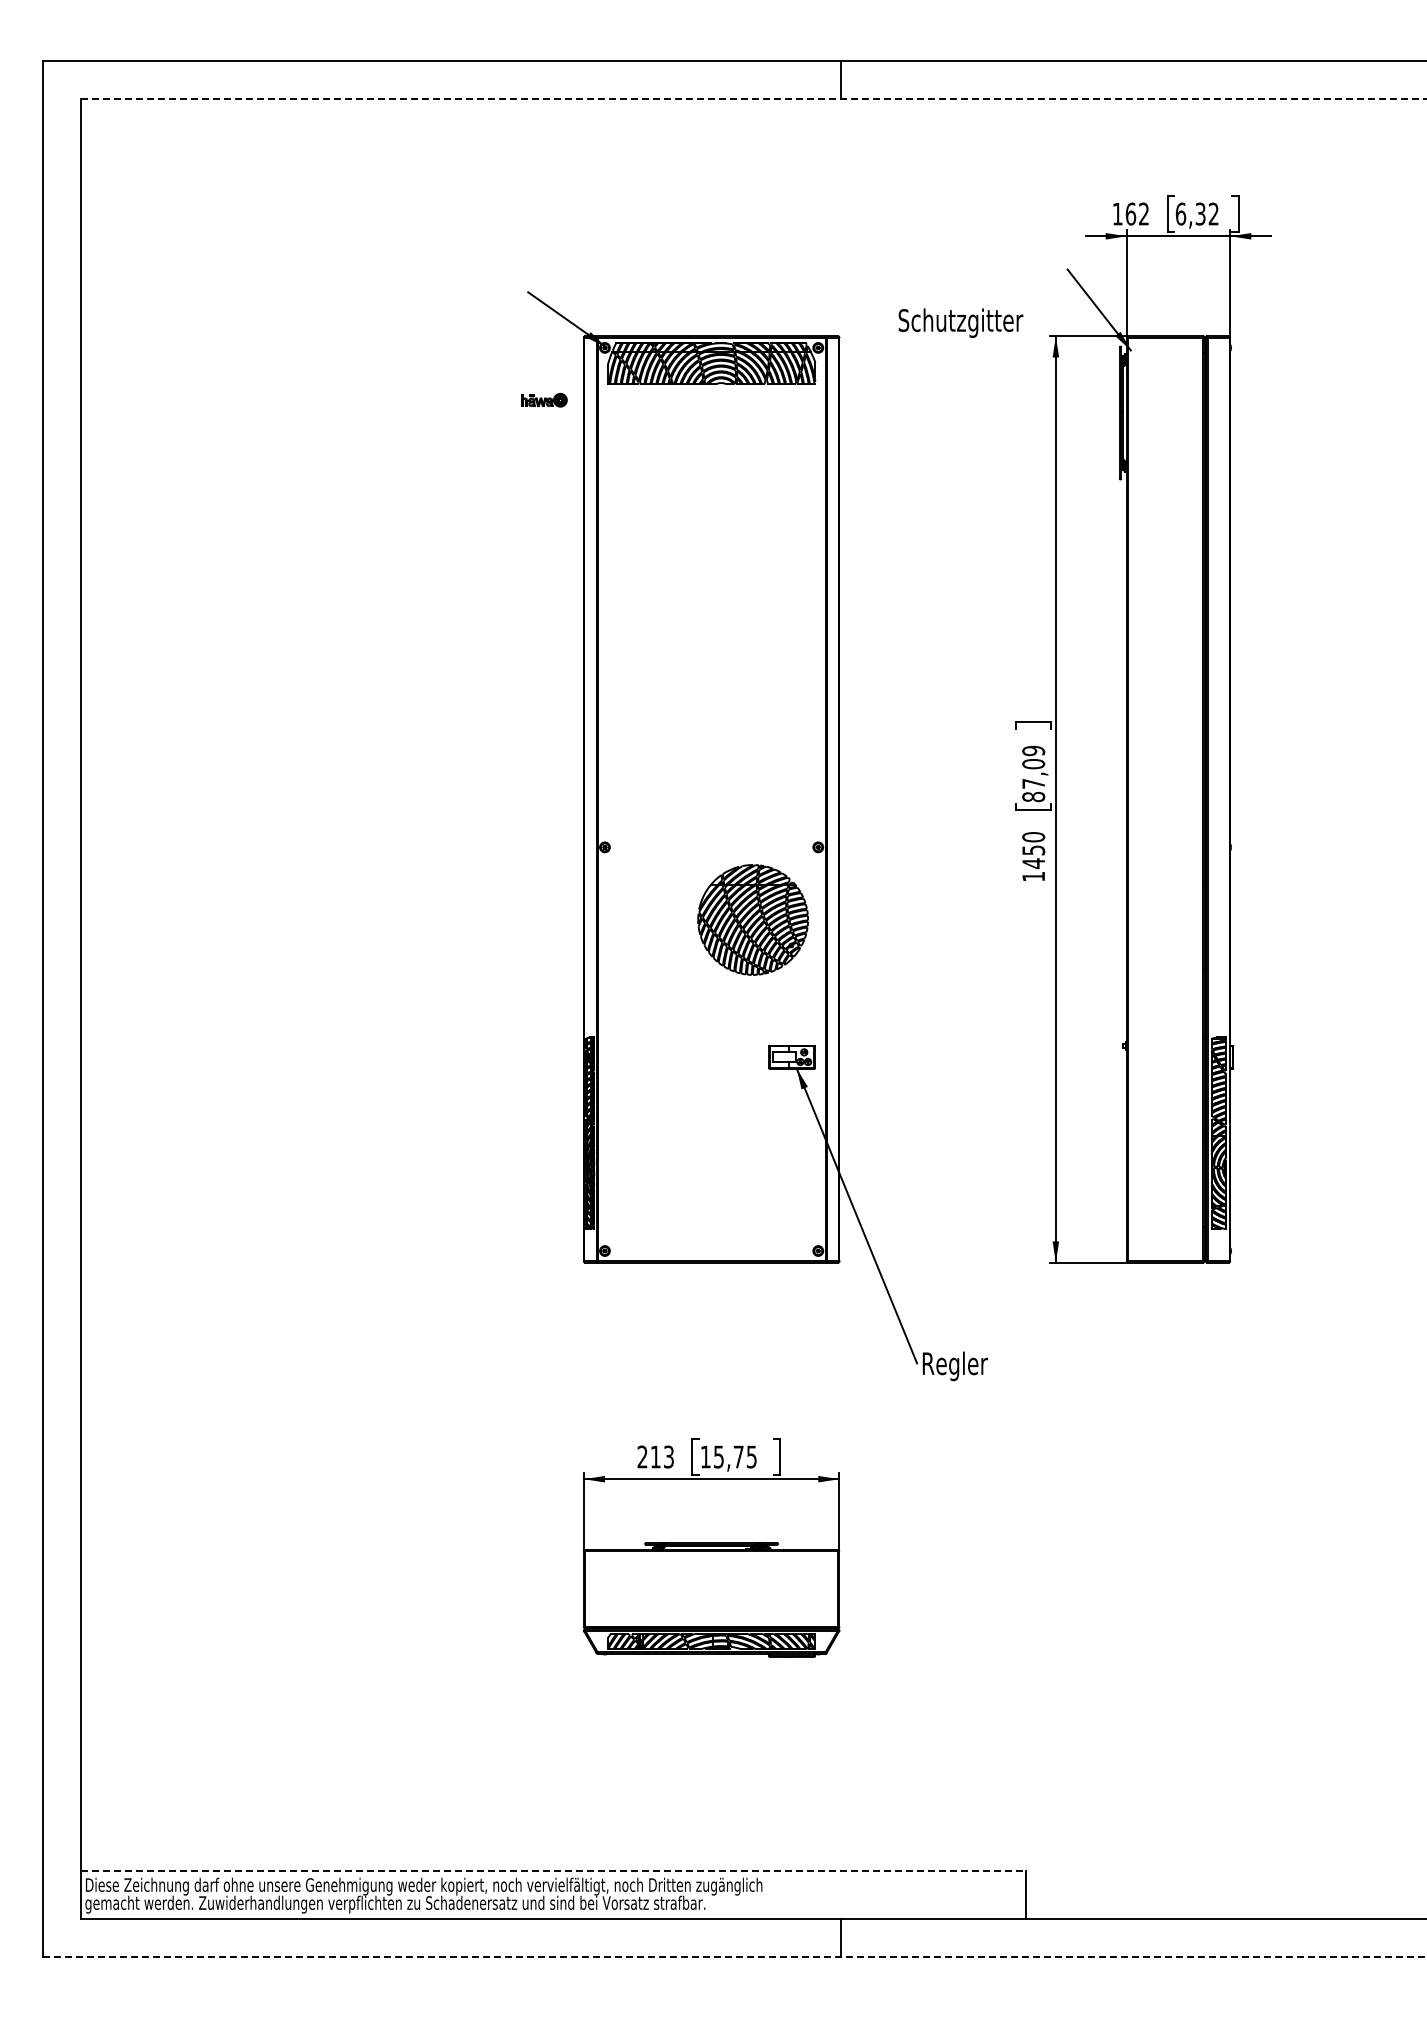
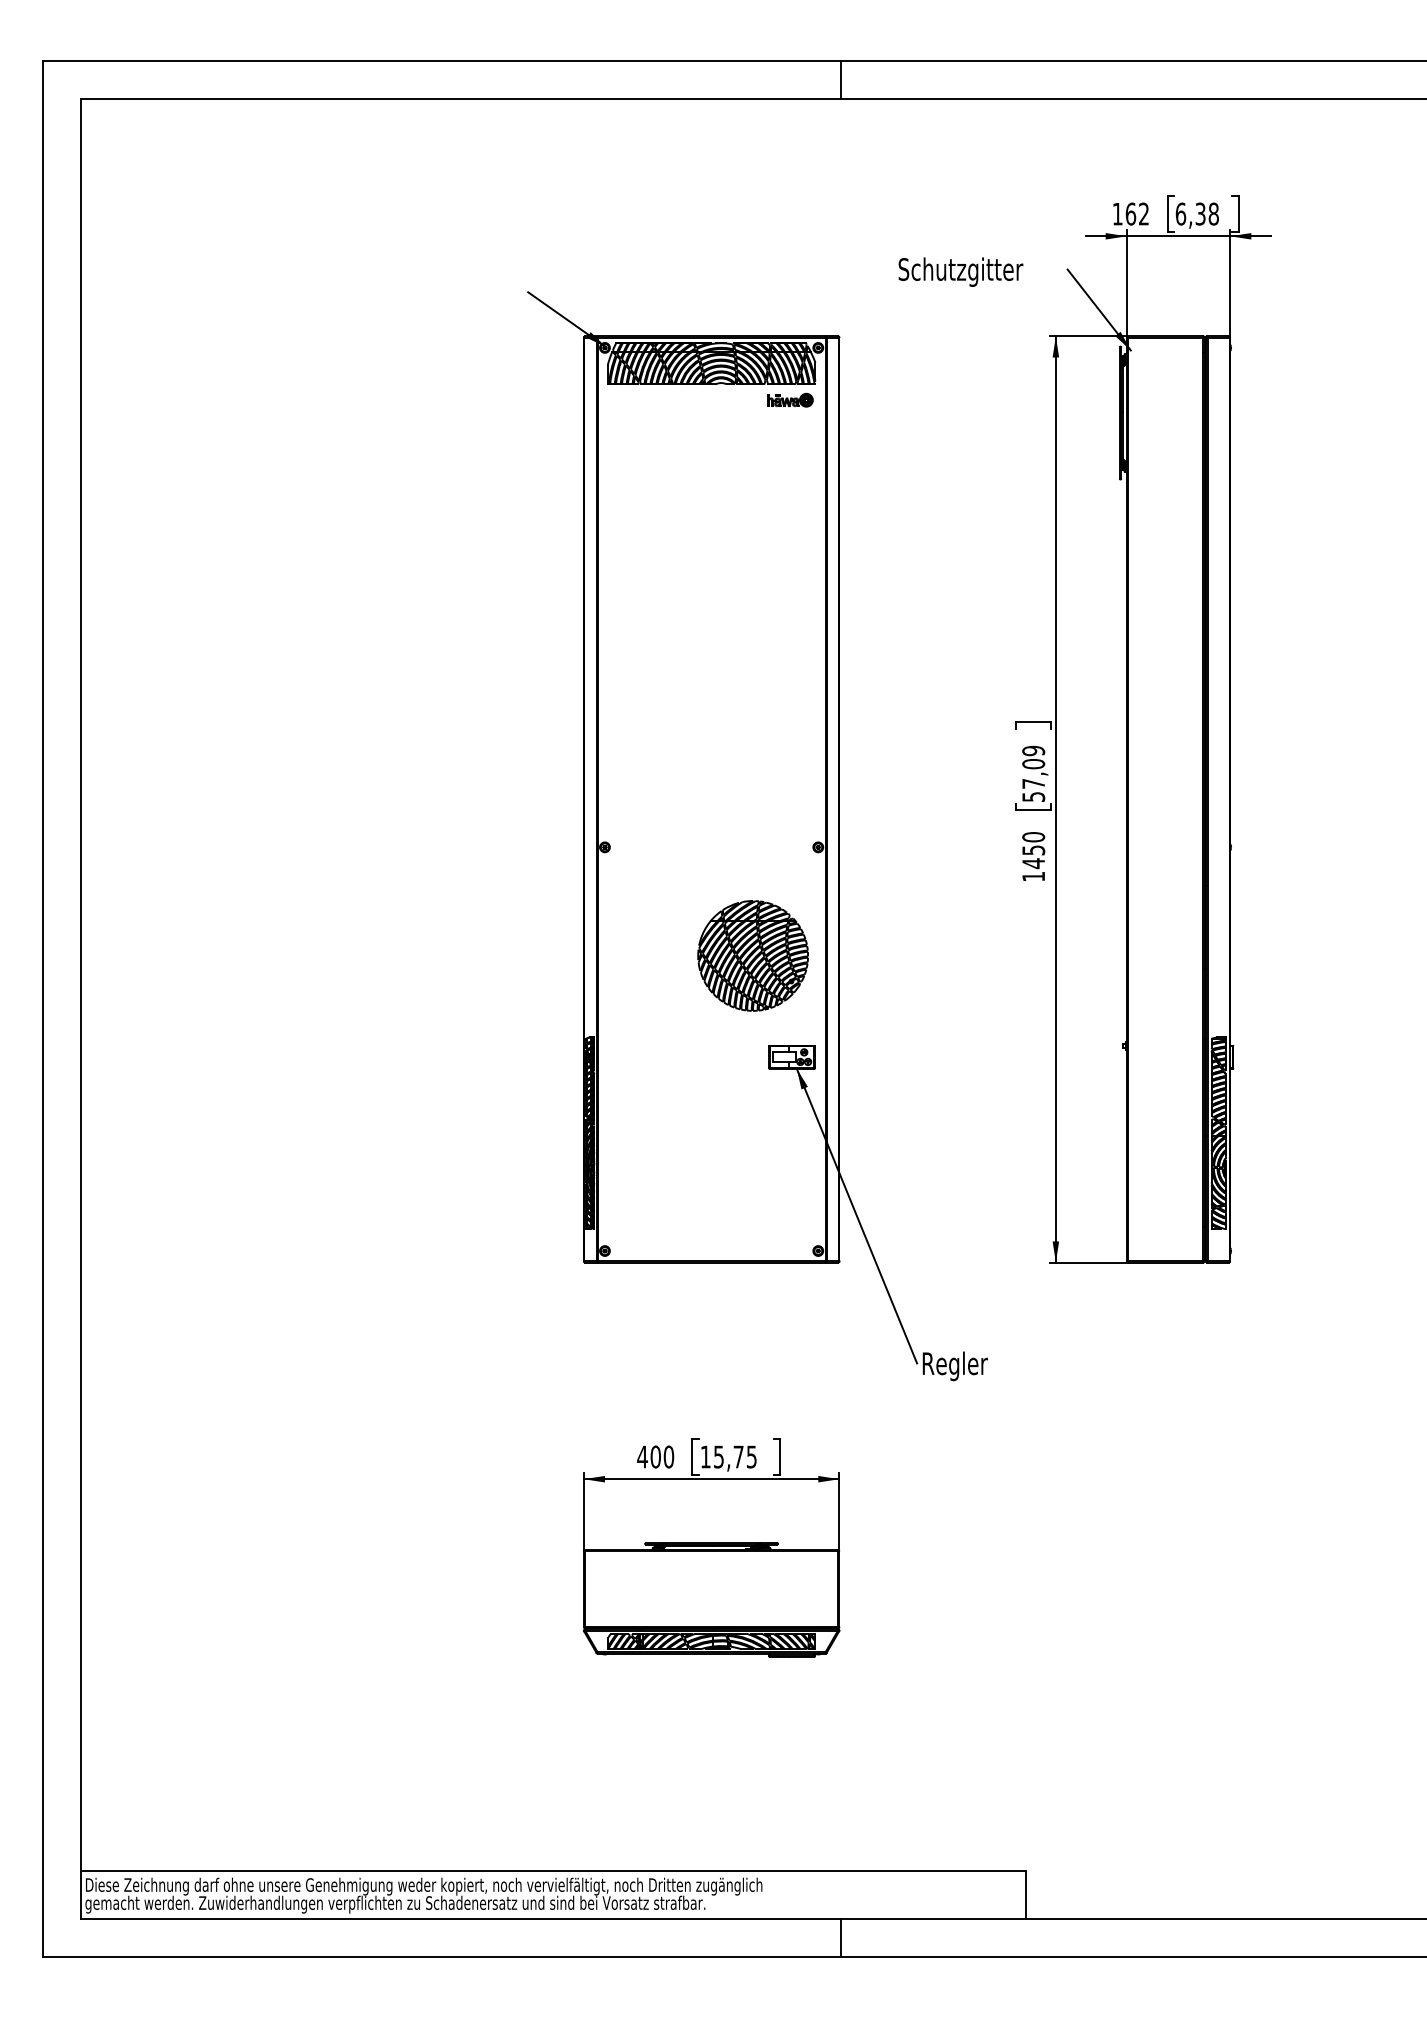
line at (754, 98): dashed -> solid
text at (1213, 213): 6,32 -> 6,38
text at (960, 322) position: (960, 322) -> (960, 271)
part at (544, 399) position: (544, 399) -> (790, 399)
text at (1033, 796): 87,09 -> 57,09
part at (752, 919) position: (752, 919) -> (752, 955)
text at (655, 1456): 213 -> 400
line at (553, 1871): dashed -> solid
line at (734, 1957): dashed -> solid
